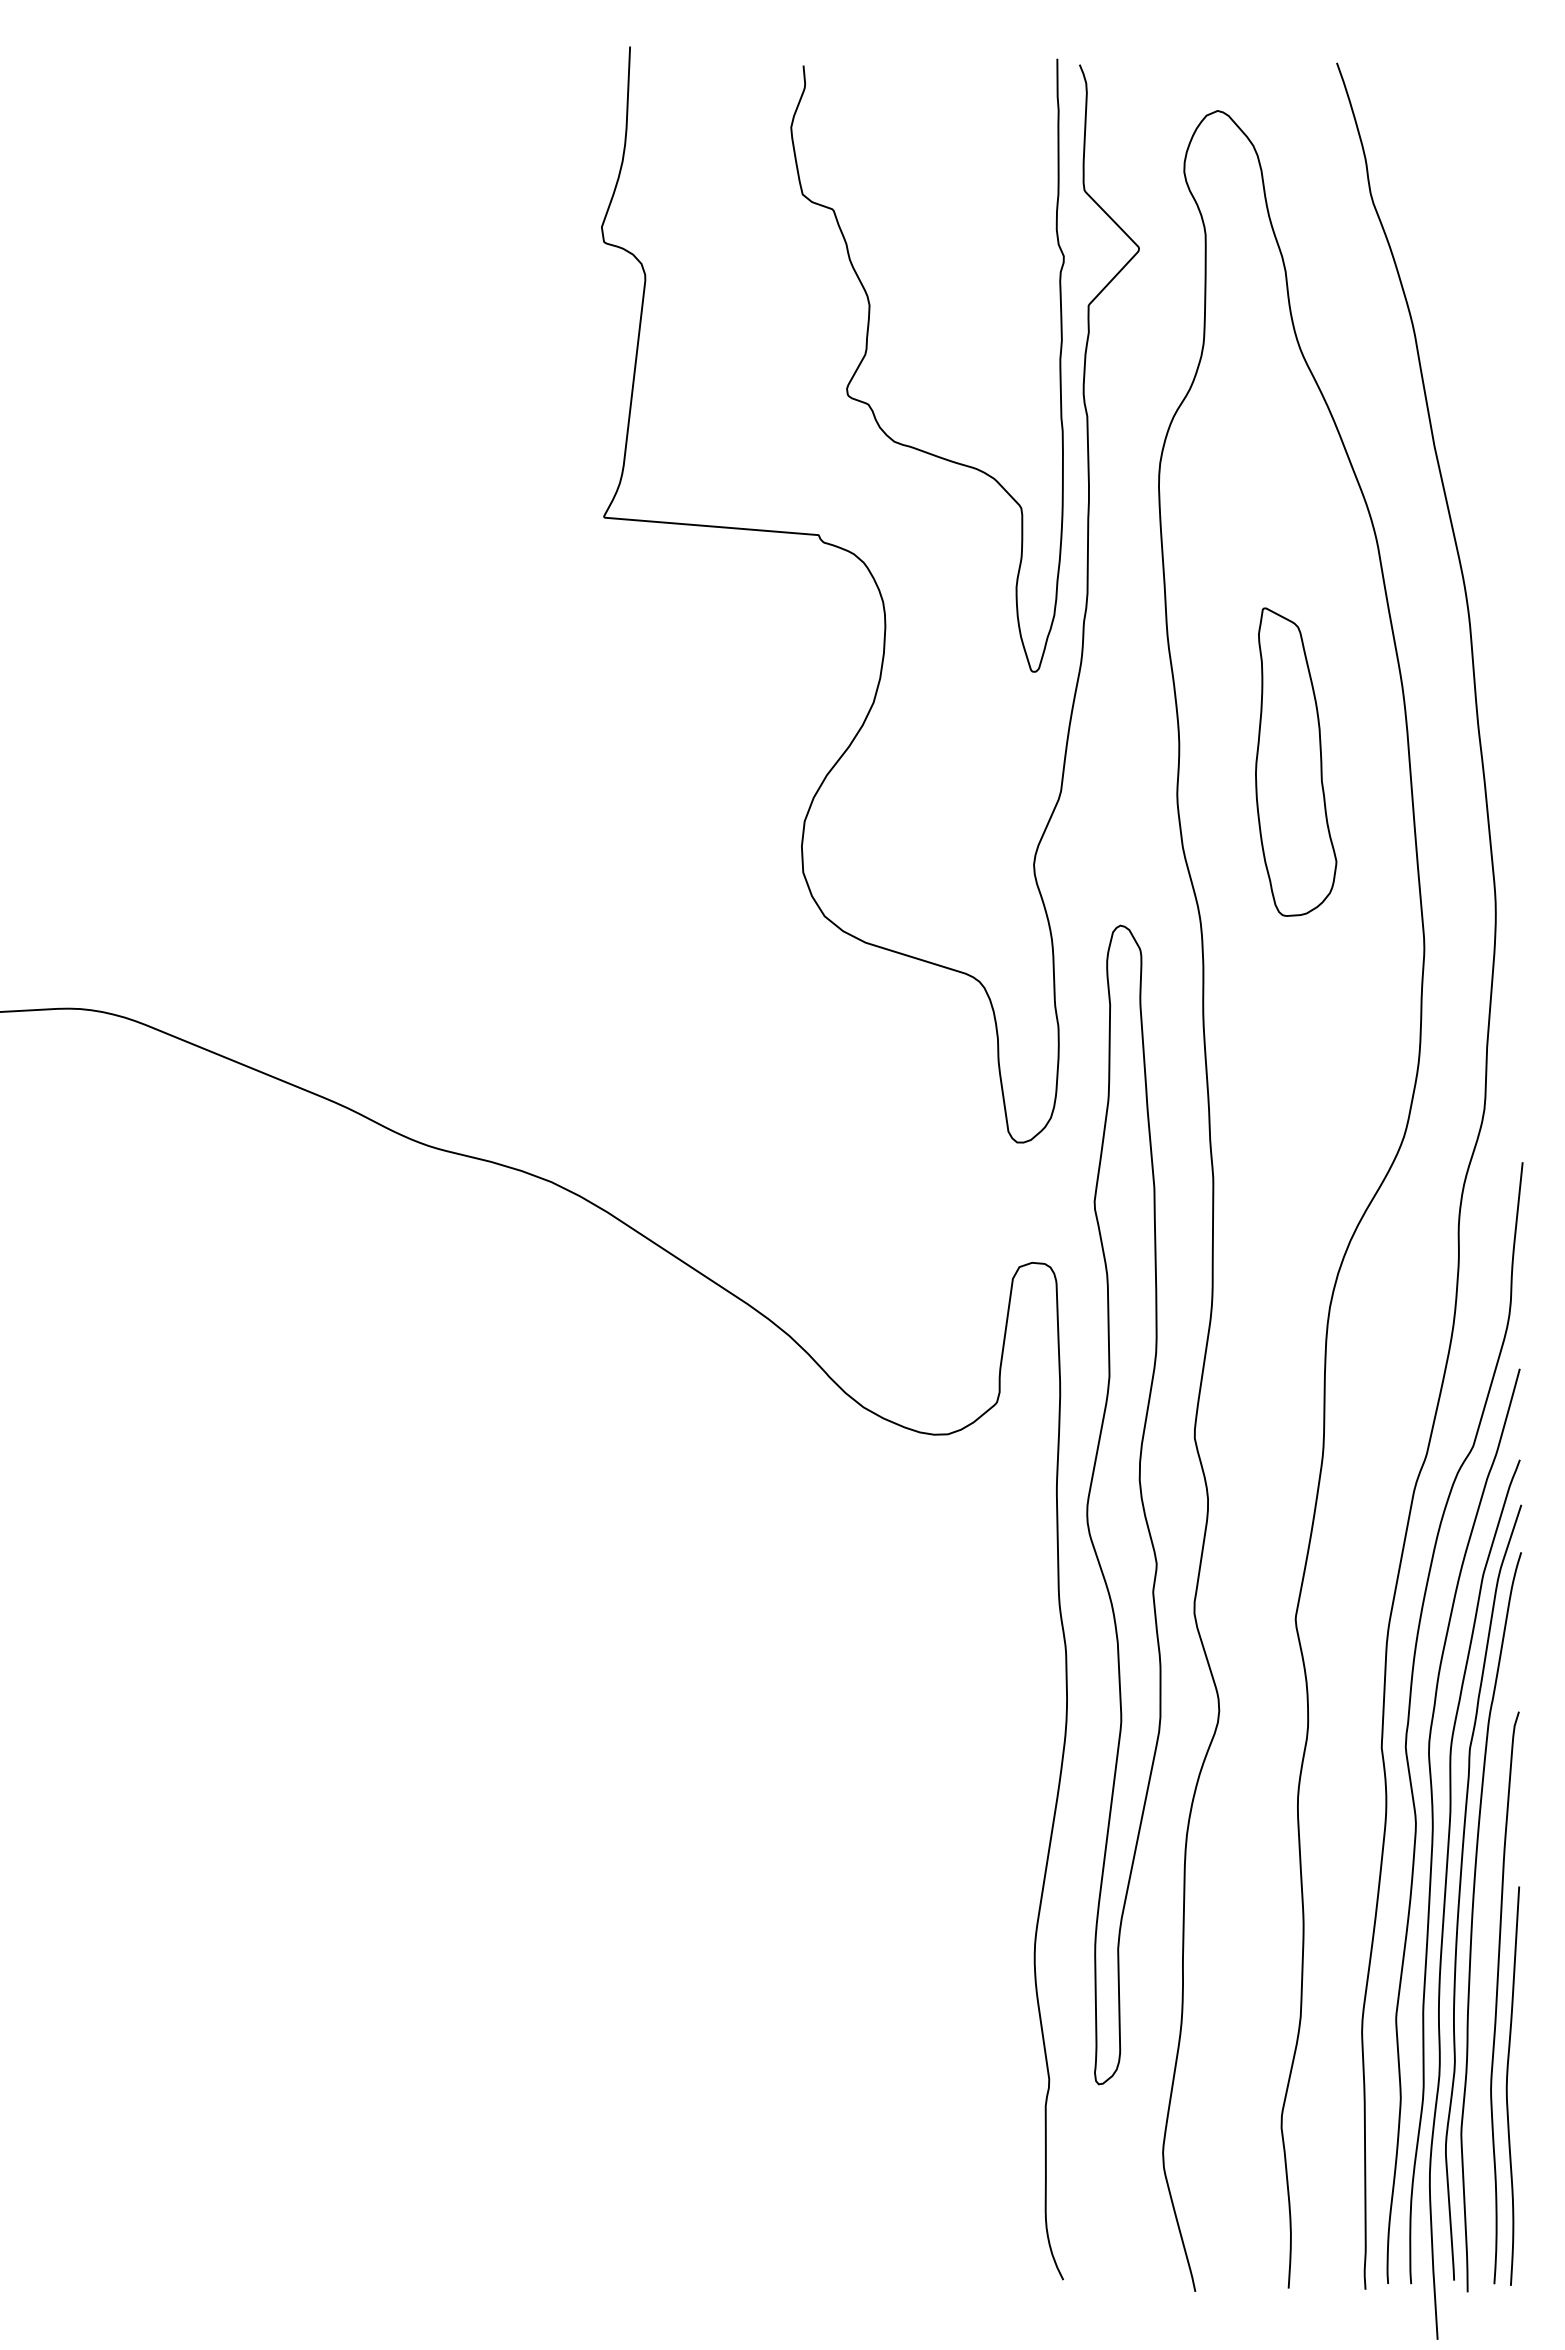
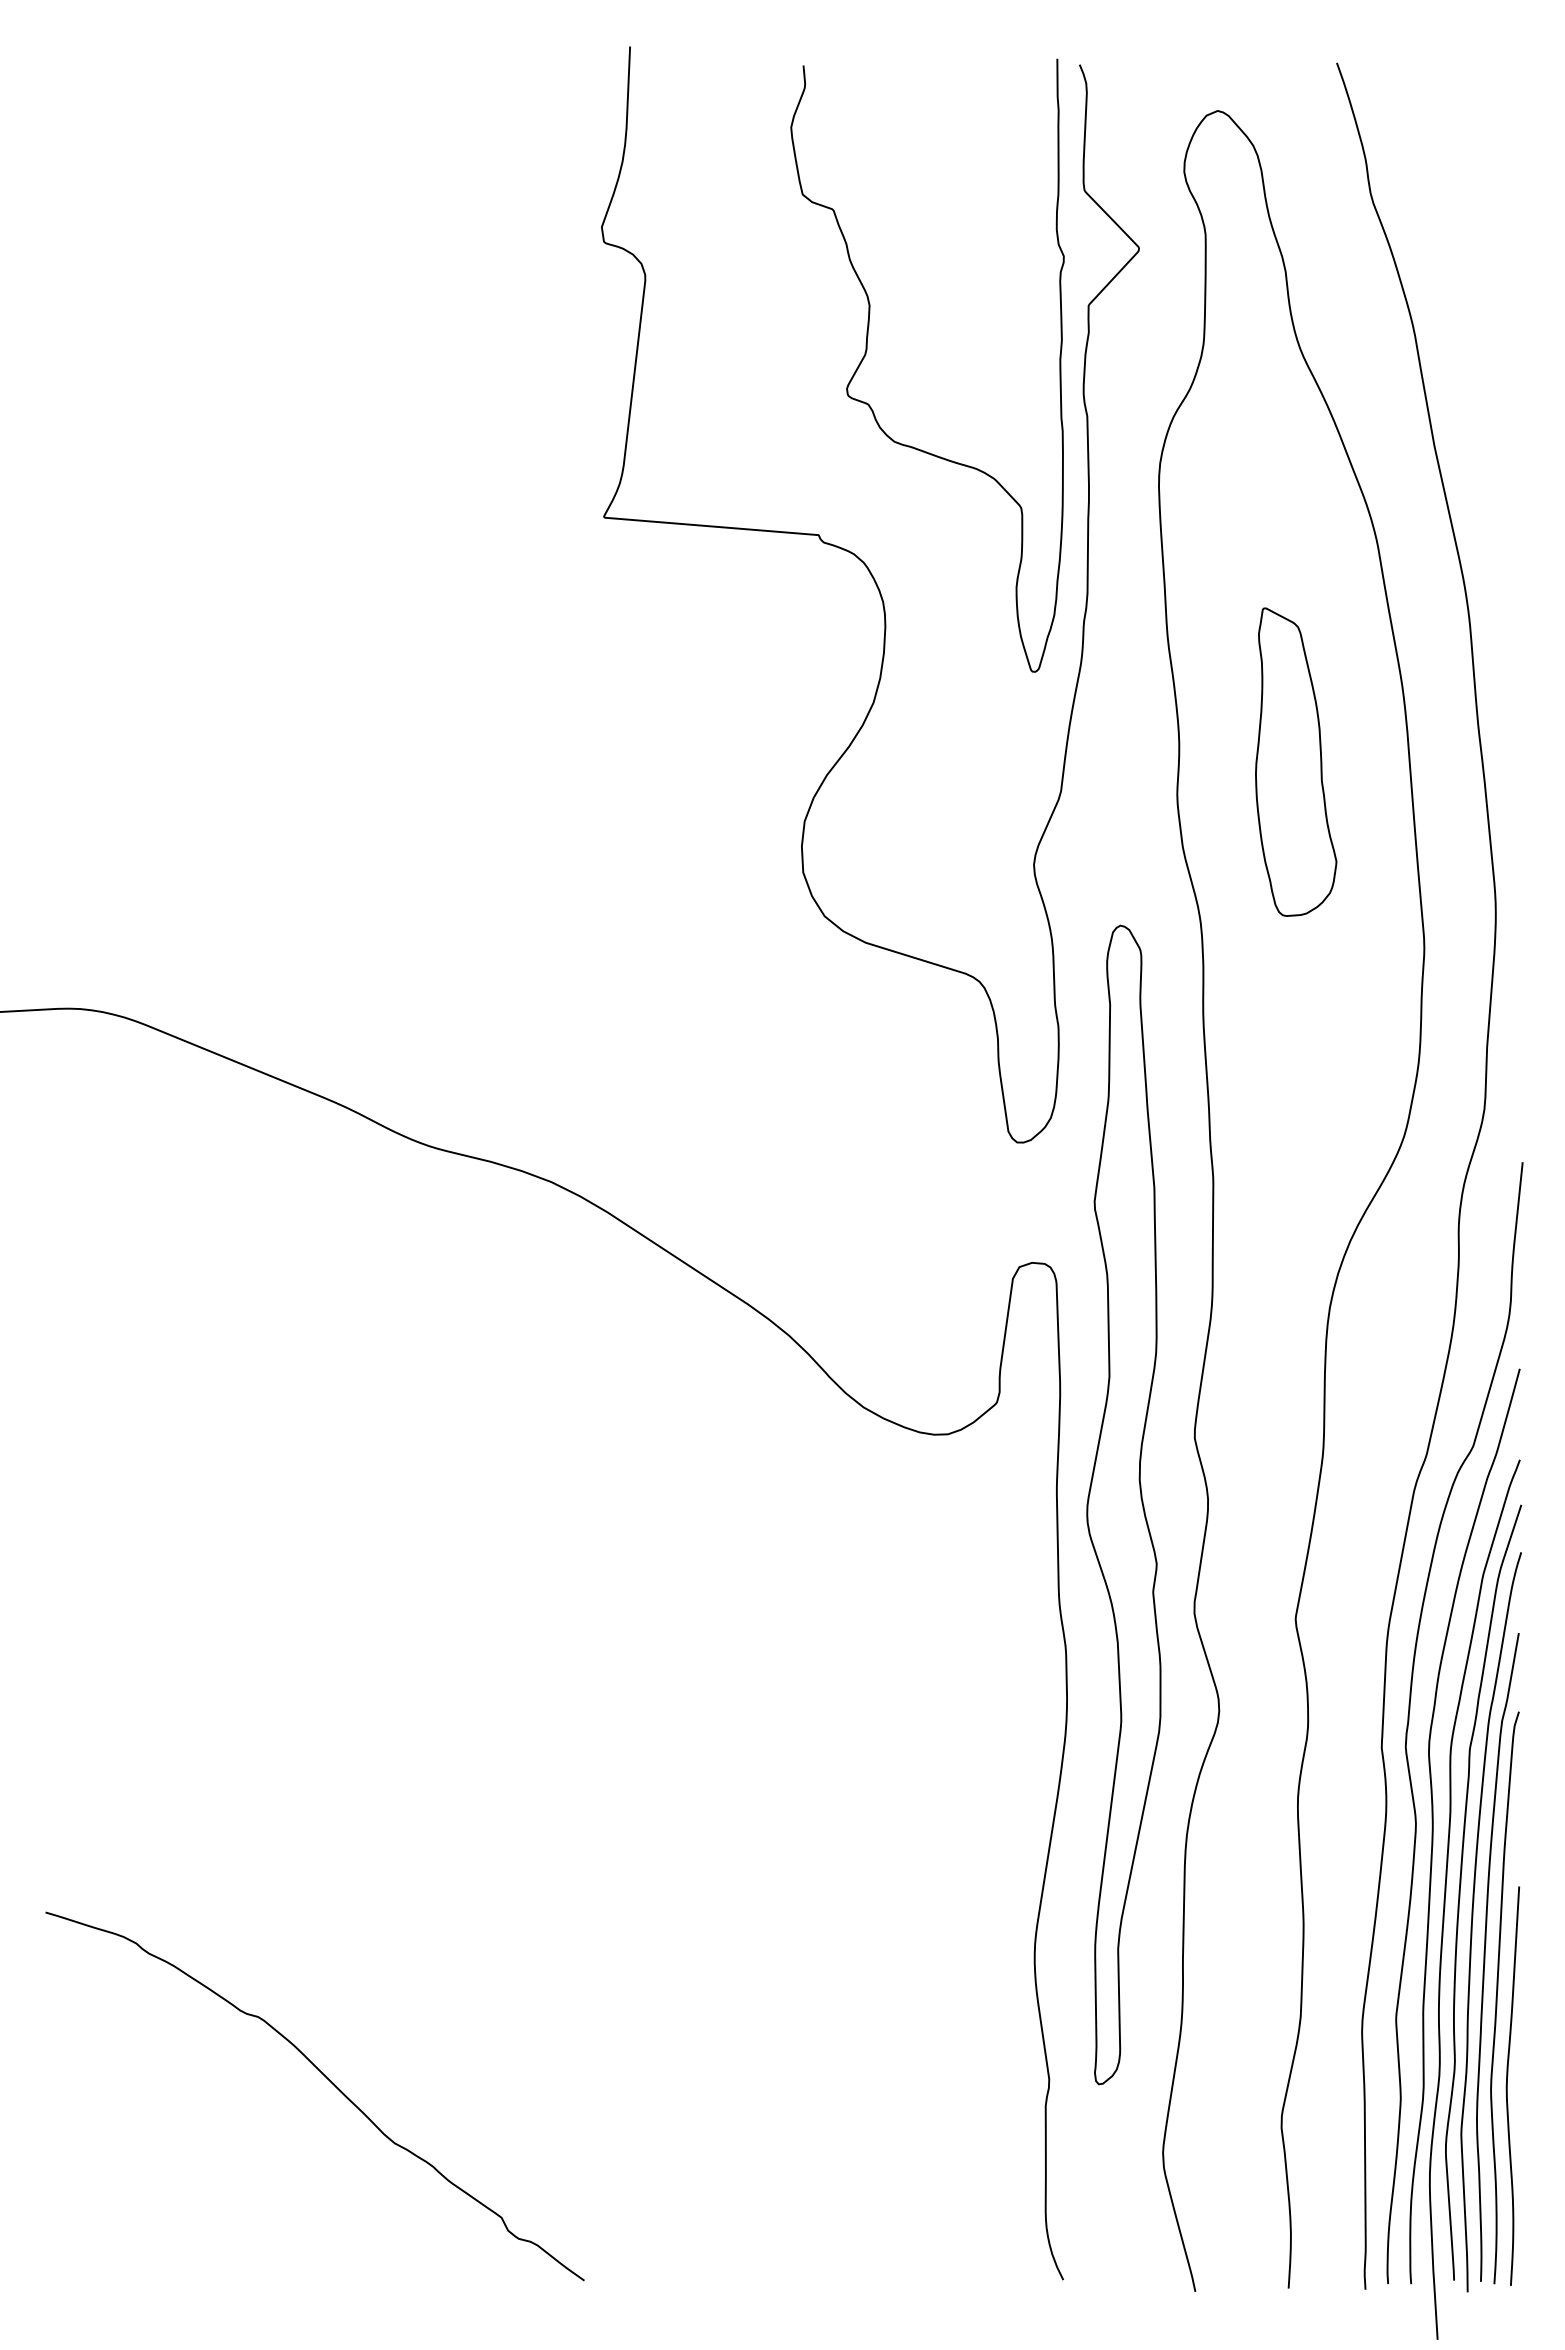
curve at (1485, 1957): none -> present
curve at (329, 2081): none -> present
